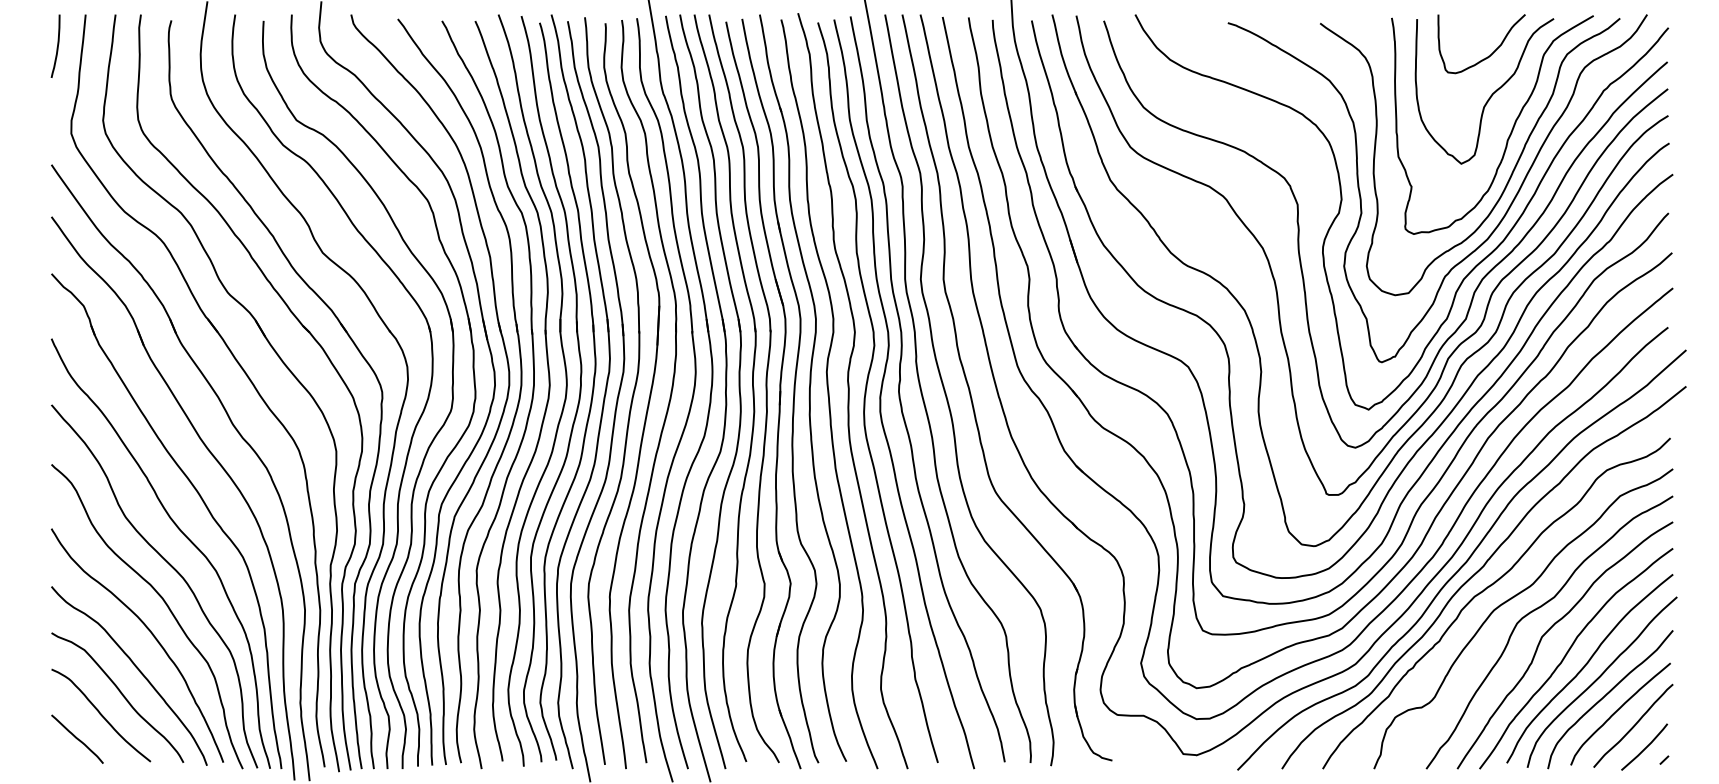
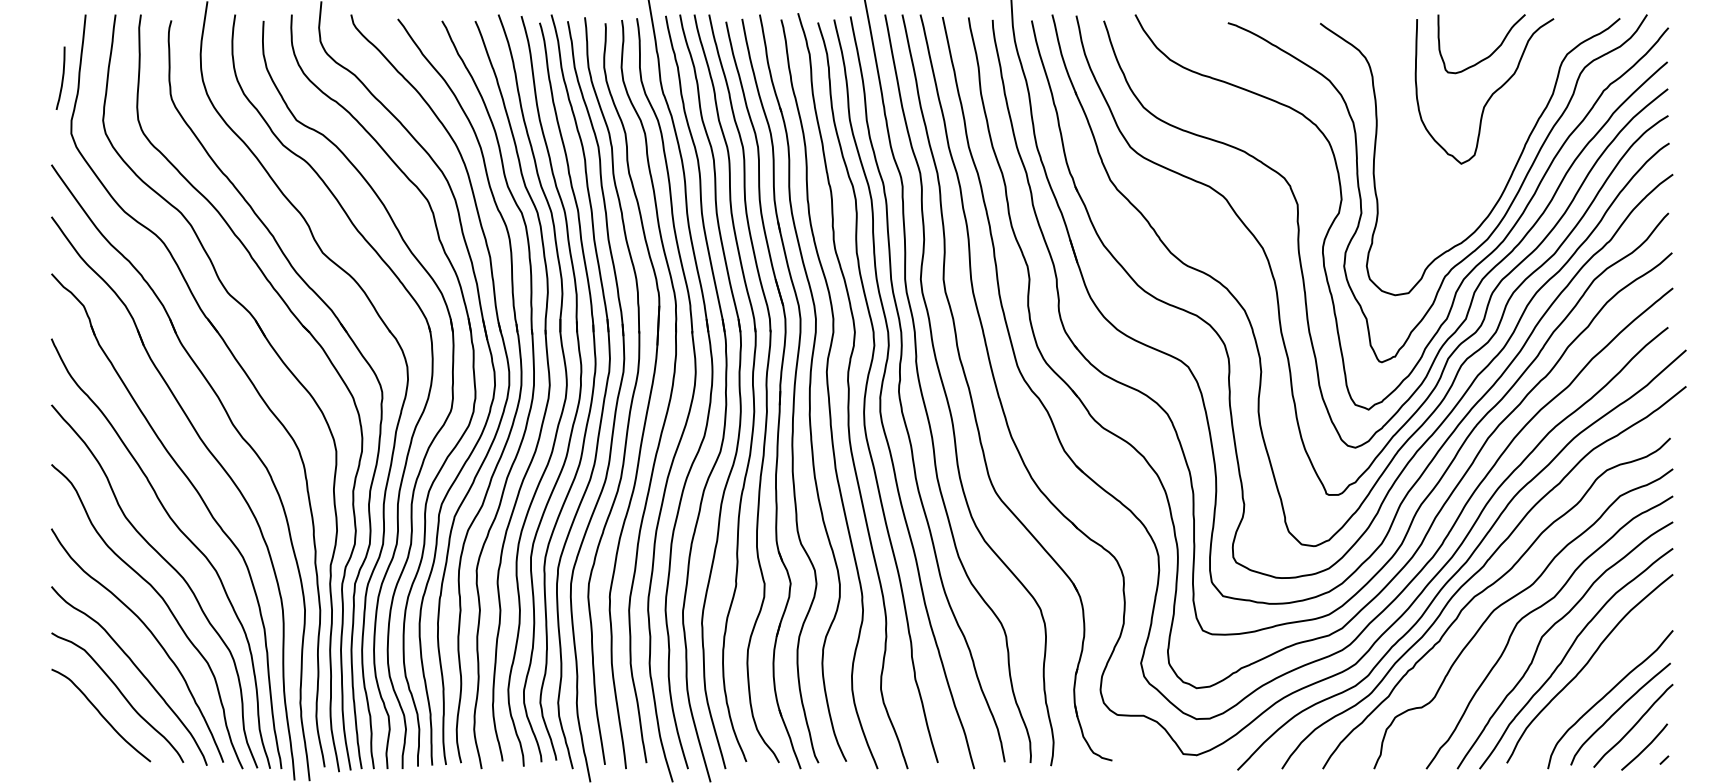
curve at (57, 45) position: (57, 45) -> (62, 77)
curve at (1511, 129): present -> none
curve at (1599, 678): present -> none
line at (77, 738): present -> none
